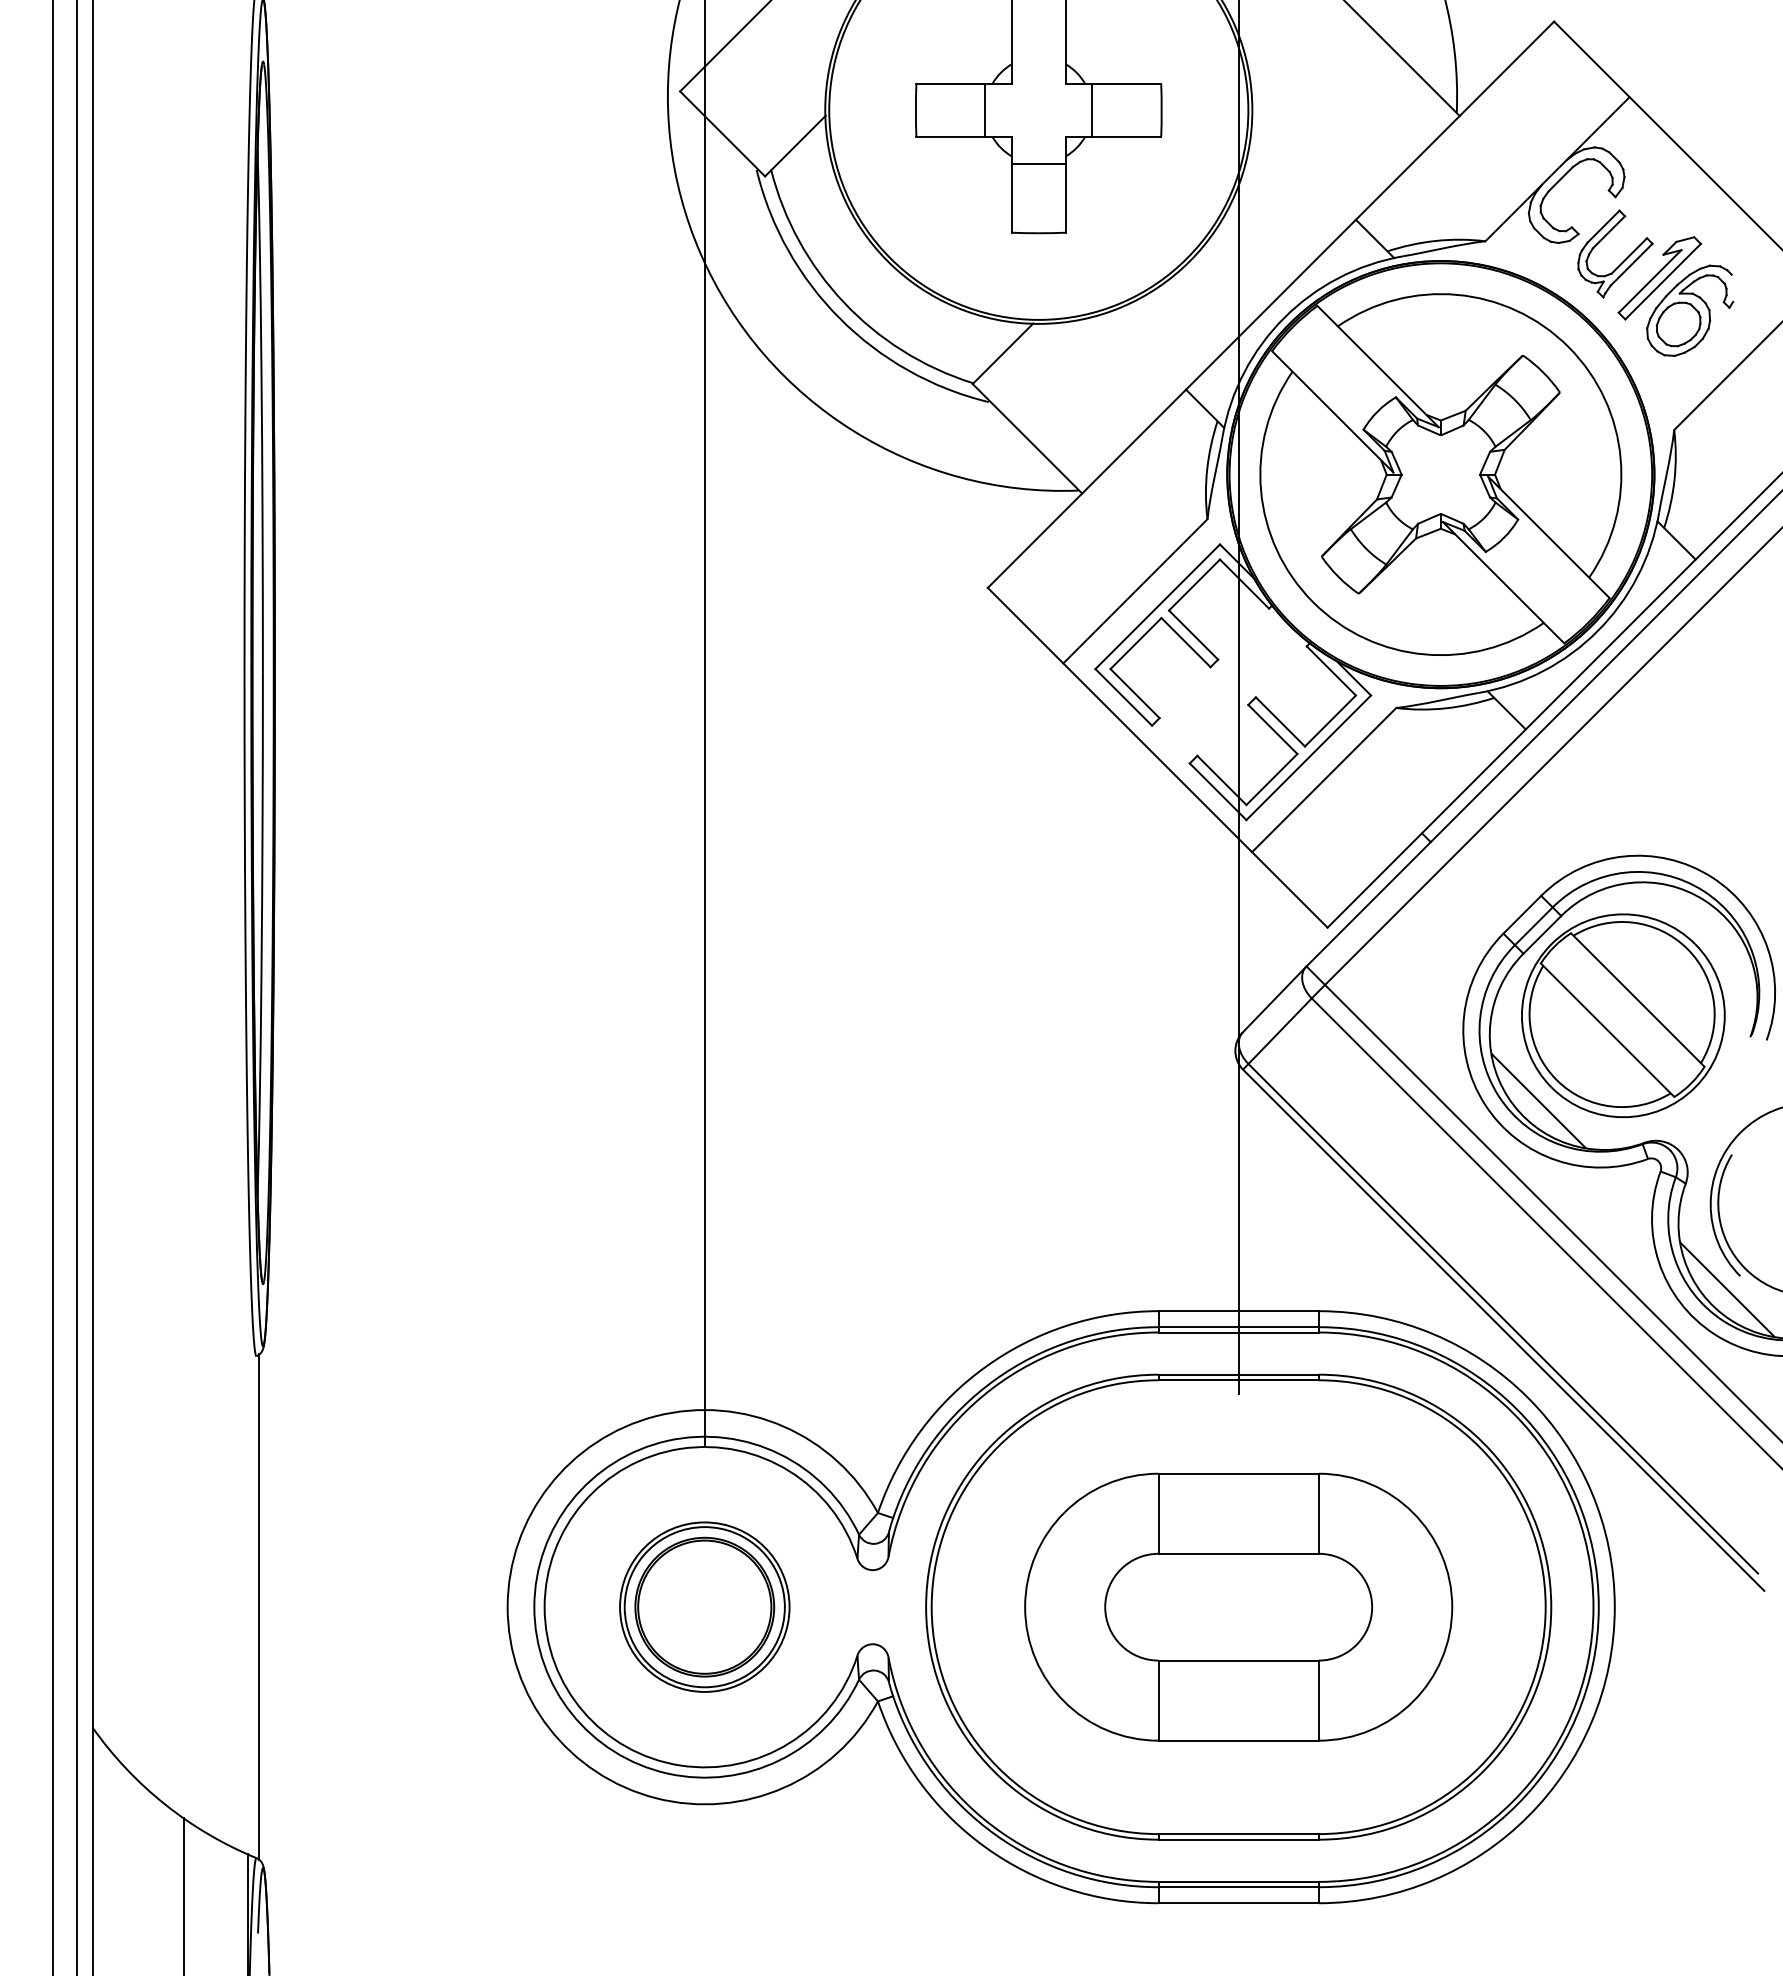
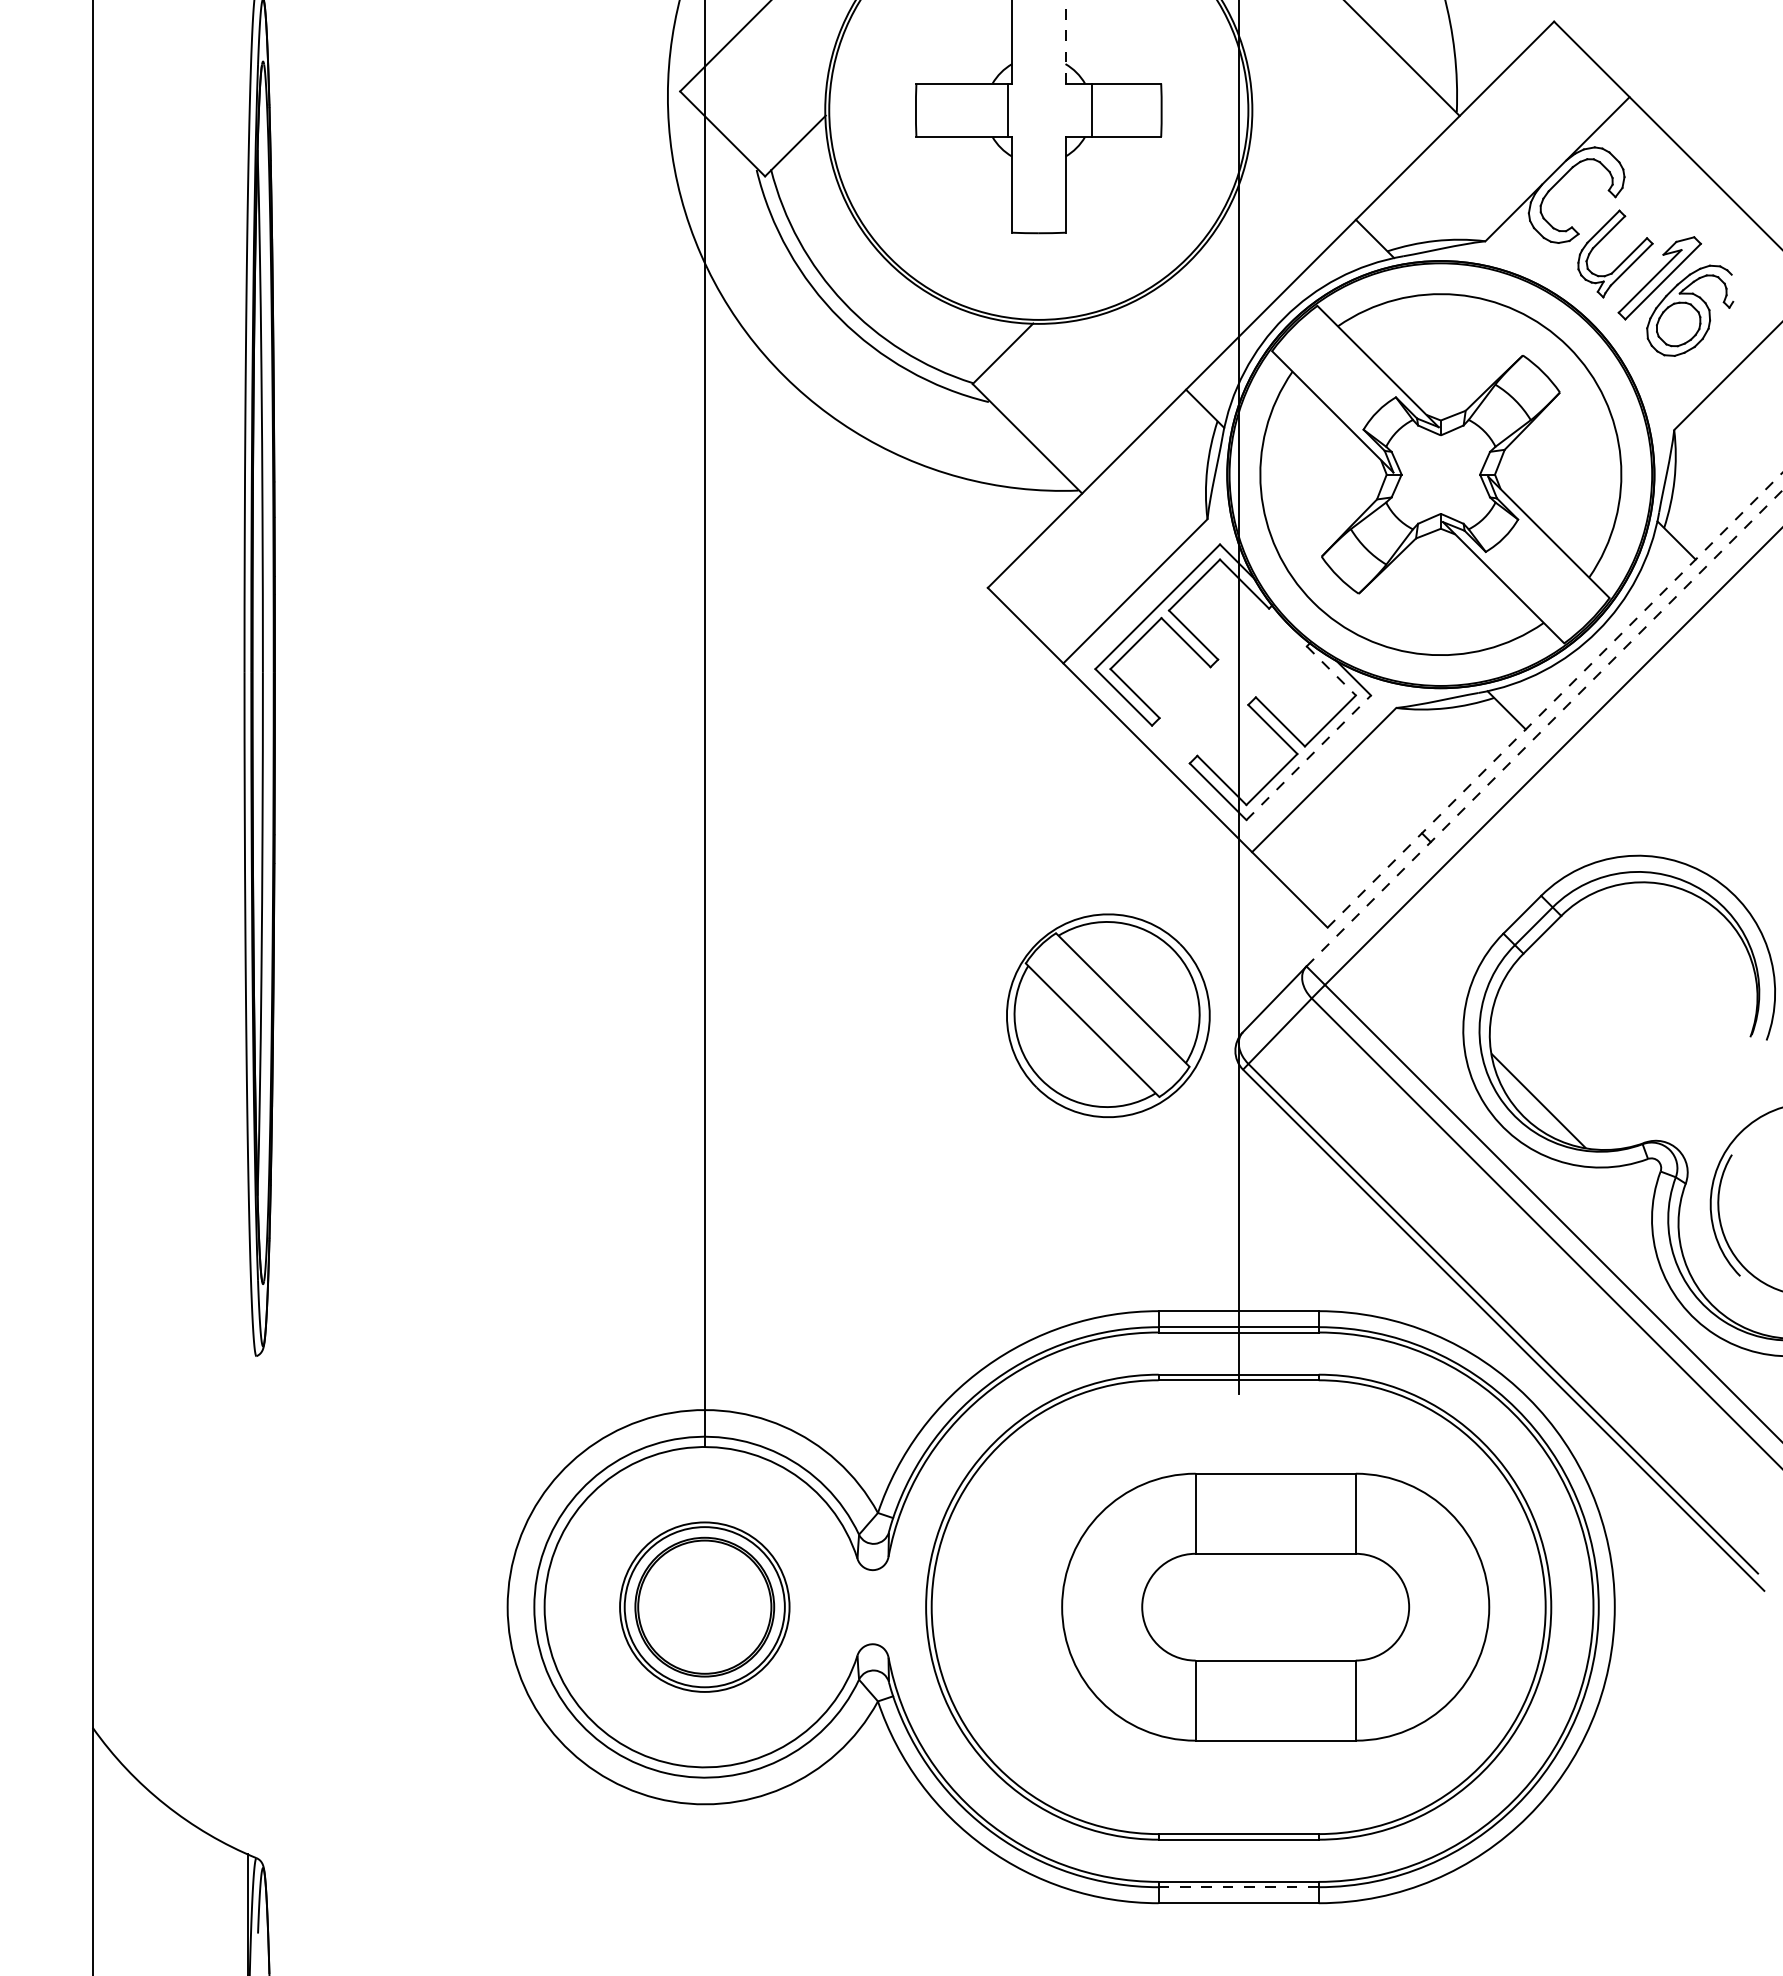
line at (1065, 41): solid -> dashed
line at (985, 110) position: (985, 110) -> (1008, 110)
line at (1038, 163): present -> none
line at (1331, 670): solid -> dashed
line at (1555, 700): solid -> dashed
line at (1544, 728): solid -> dashed
line at (1309, 757): solid -> dashed
line at (53, 987): present -> none
line at (76, 987): present -> none
part at (1623, 1015) position: (1623, 1015) -> (1108, 1015)
line at (1727, 1289): present -> none
part at (1238, 1606) position: (1238, 1606) -> (1275, 1606)
line at (259, 1607): present -> none
line at (1239, 1887): solid -> dashed
line at (184, 1894): present -> none
